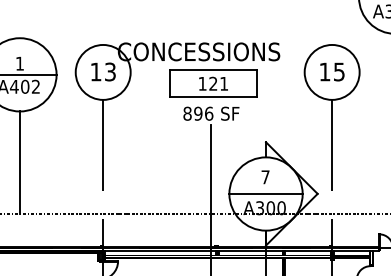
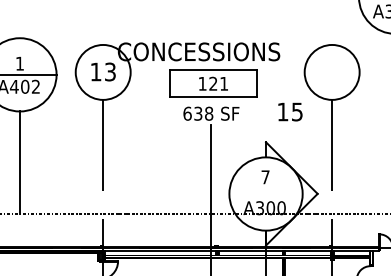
text at (332, 71) position: (332, 71) -> (290, 111)
text at (198, 113): 896 -> 638
line at (265, 194): present -> none
